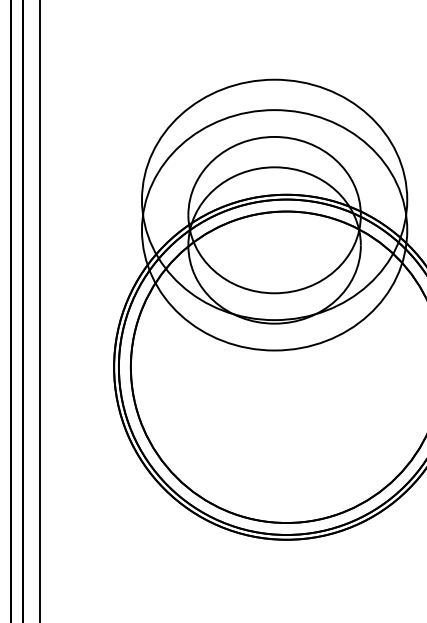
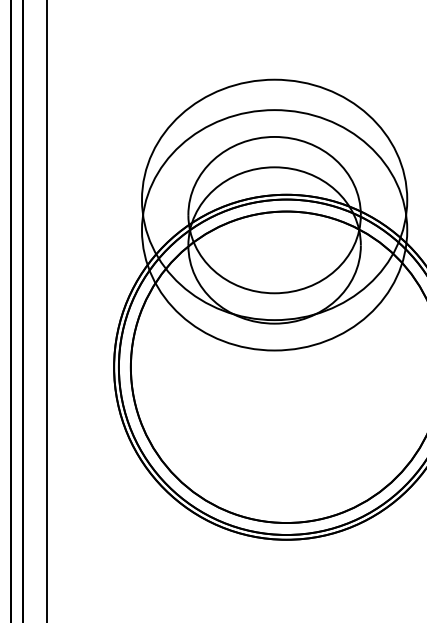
line at (39, 310) position: (39, 310) -> (46, 310)
